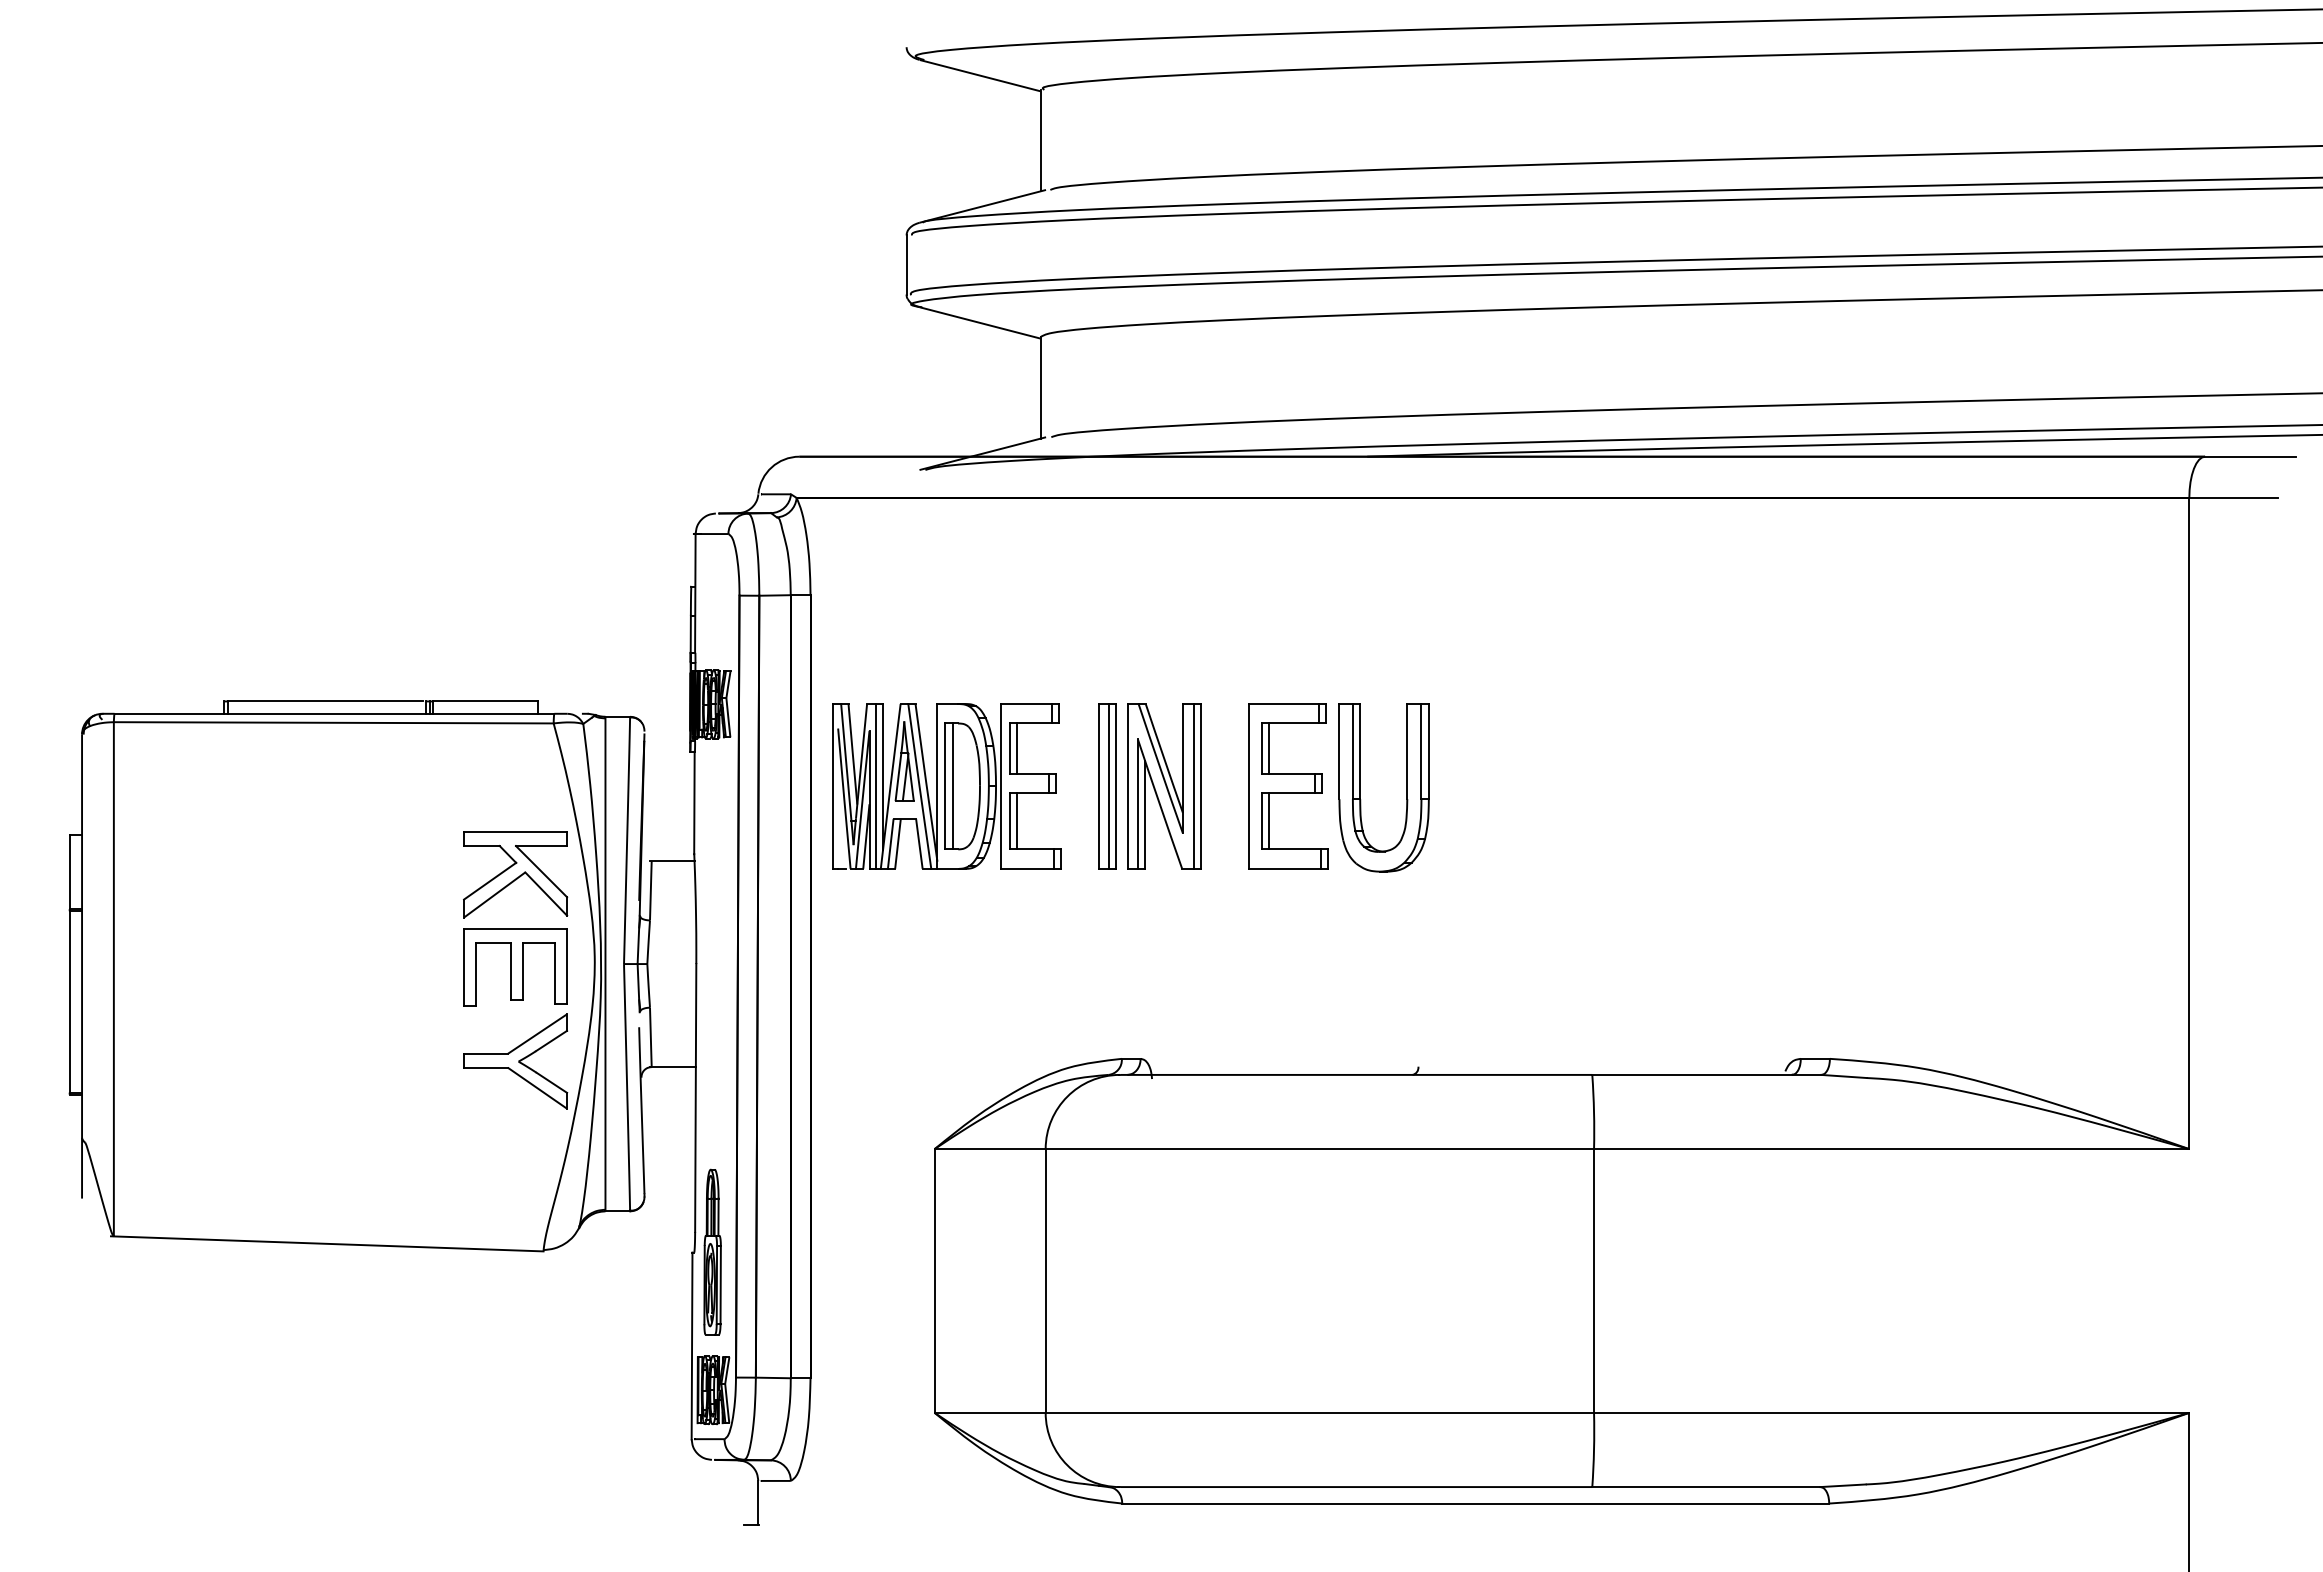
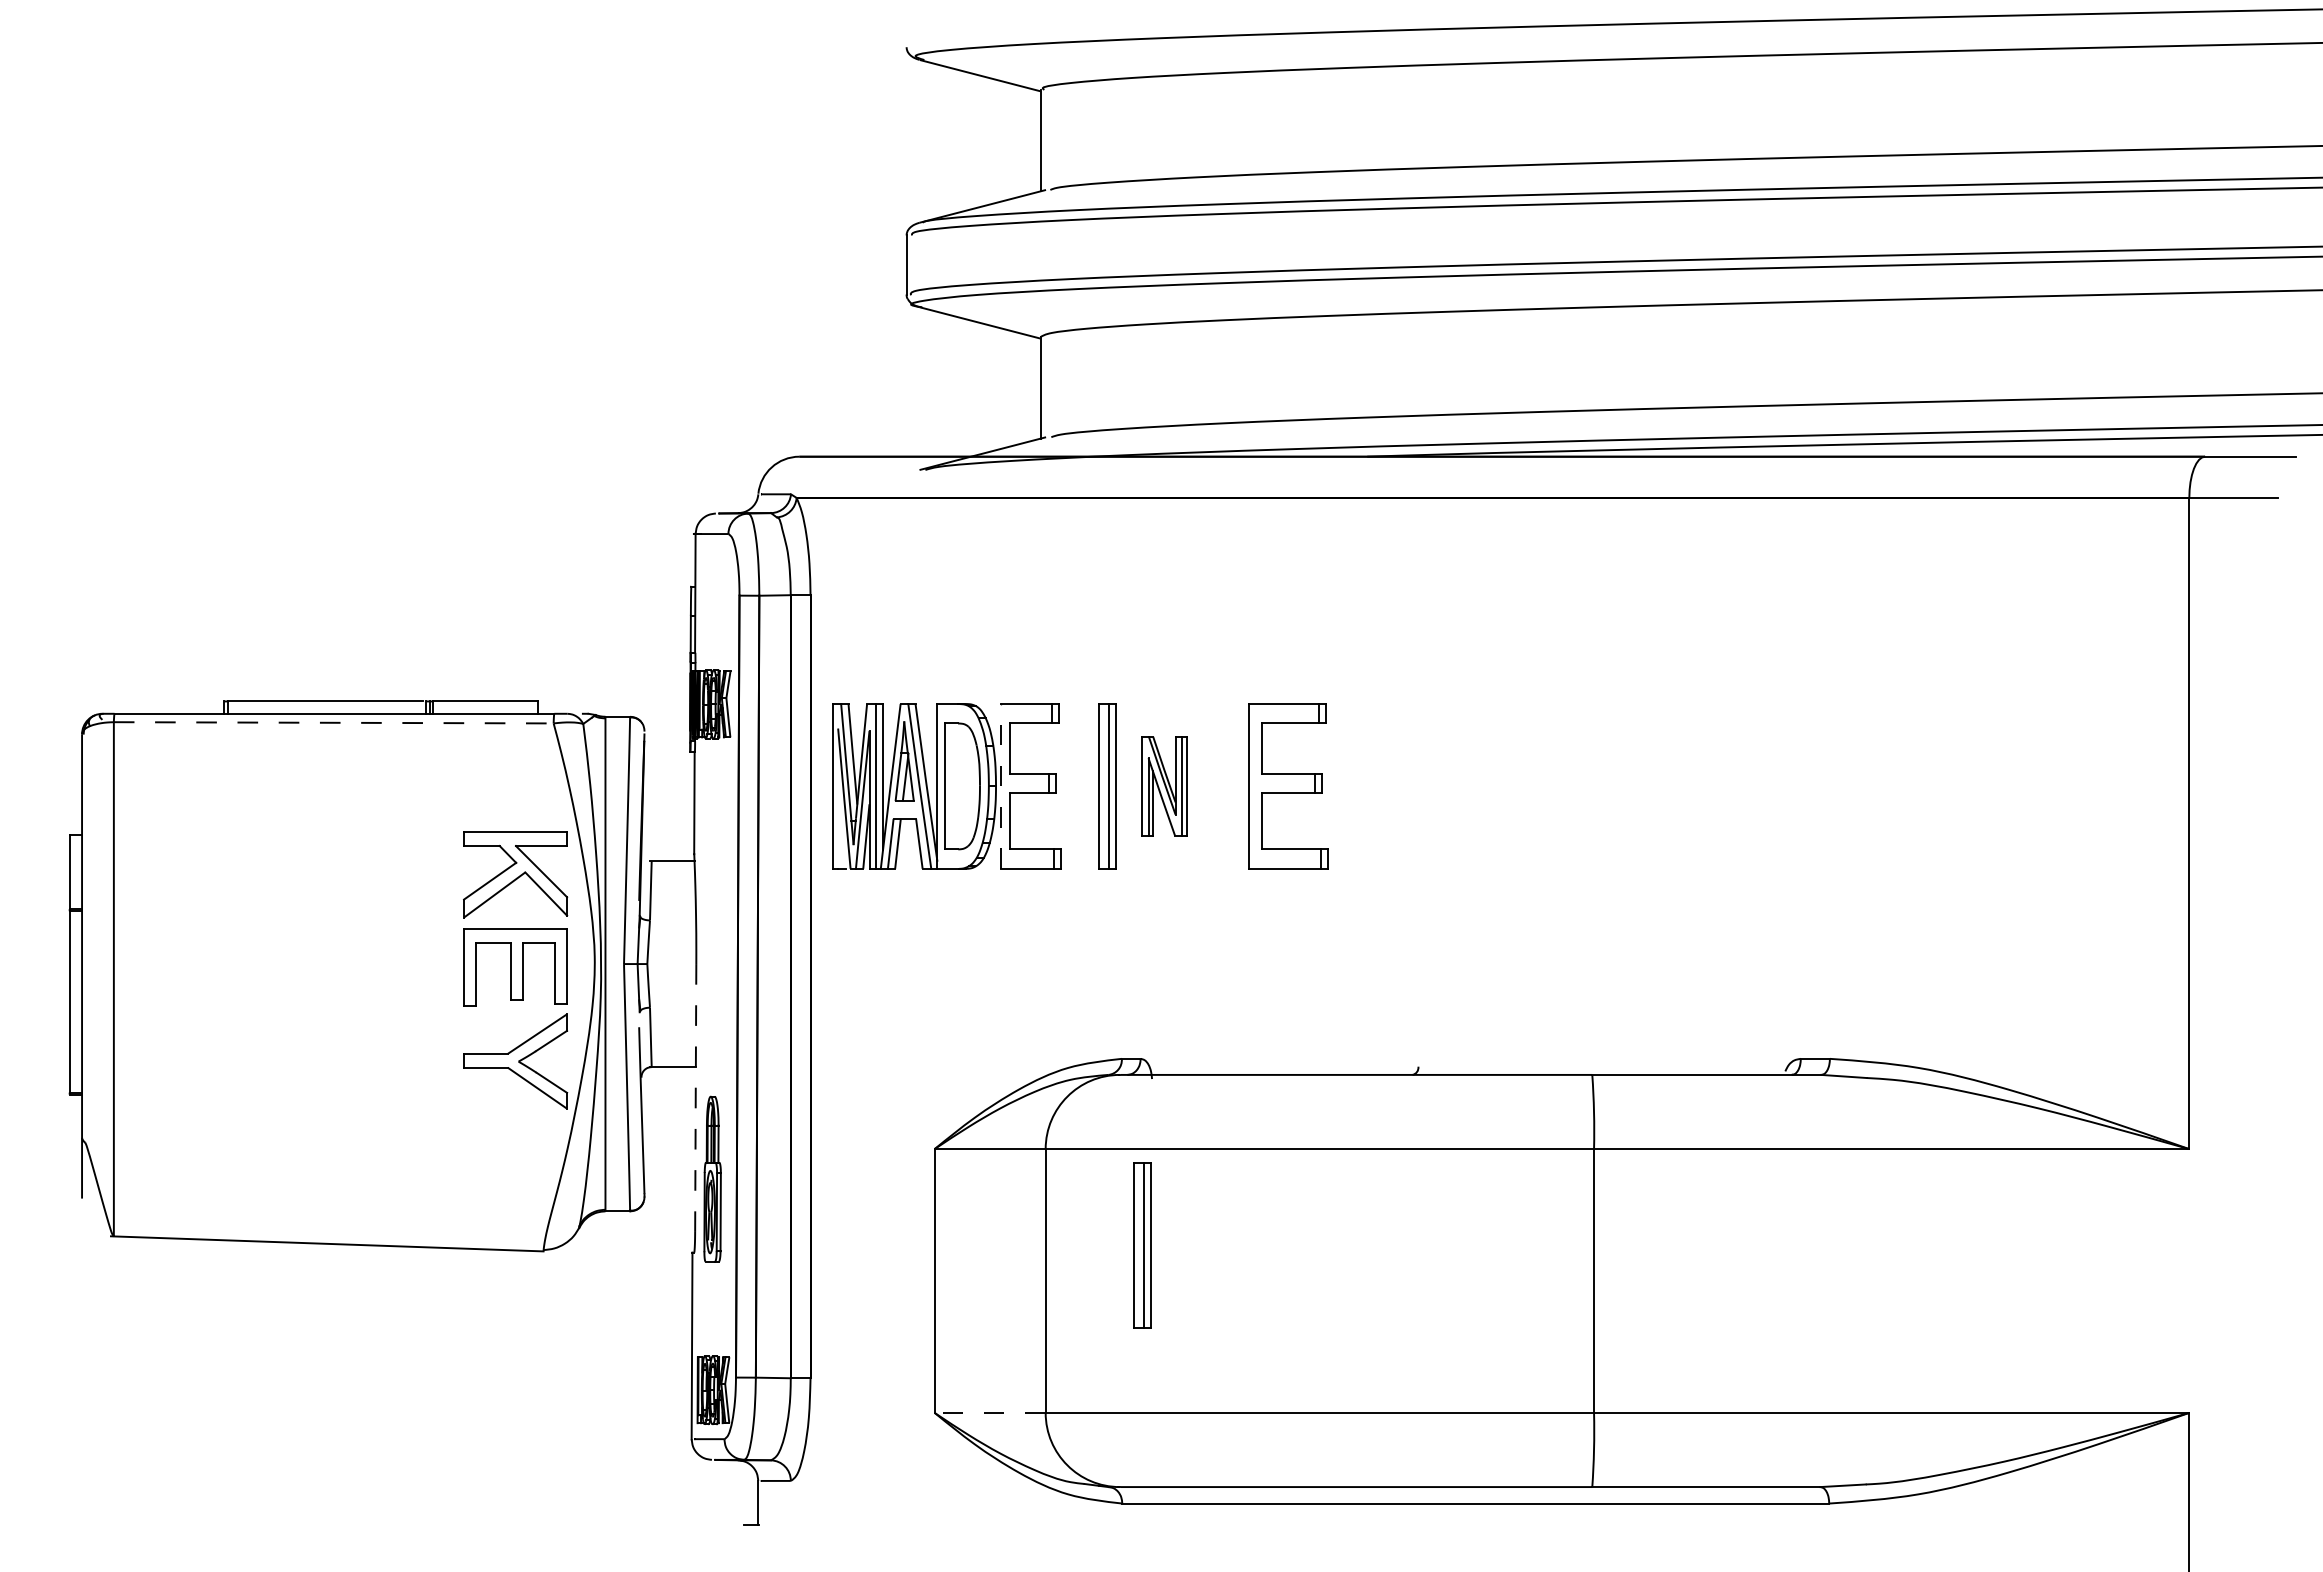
line at (333, 722): solid -> dashed
line at (1017, 748): present -> none
line at (1268, 748): present -> none
line at (1001, 785): solid -> dashed
line at (952, 786): present -> none
part at (1164, 786) size: 75x167 px -> 47x101 px
part at (1360, 787): present -> none
line at (1017, 821): present -> none
line at (1268, 821): present -> none
line at (695, 1098): solid -> dashed
part at (1142, 1245): none -> present
part at (712, 1251) position: (712, 1251) -> (712, 1178)
line at (990, 1412): solid -> dashed
